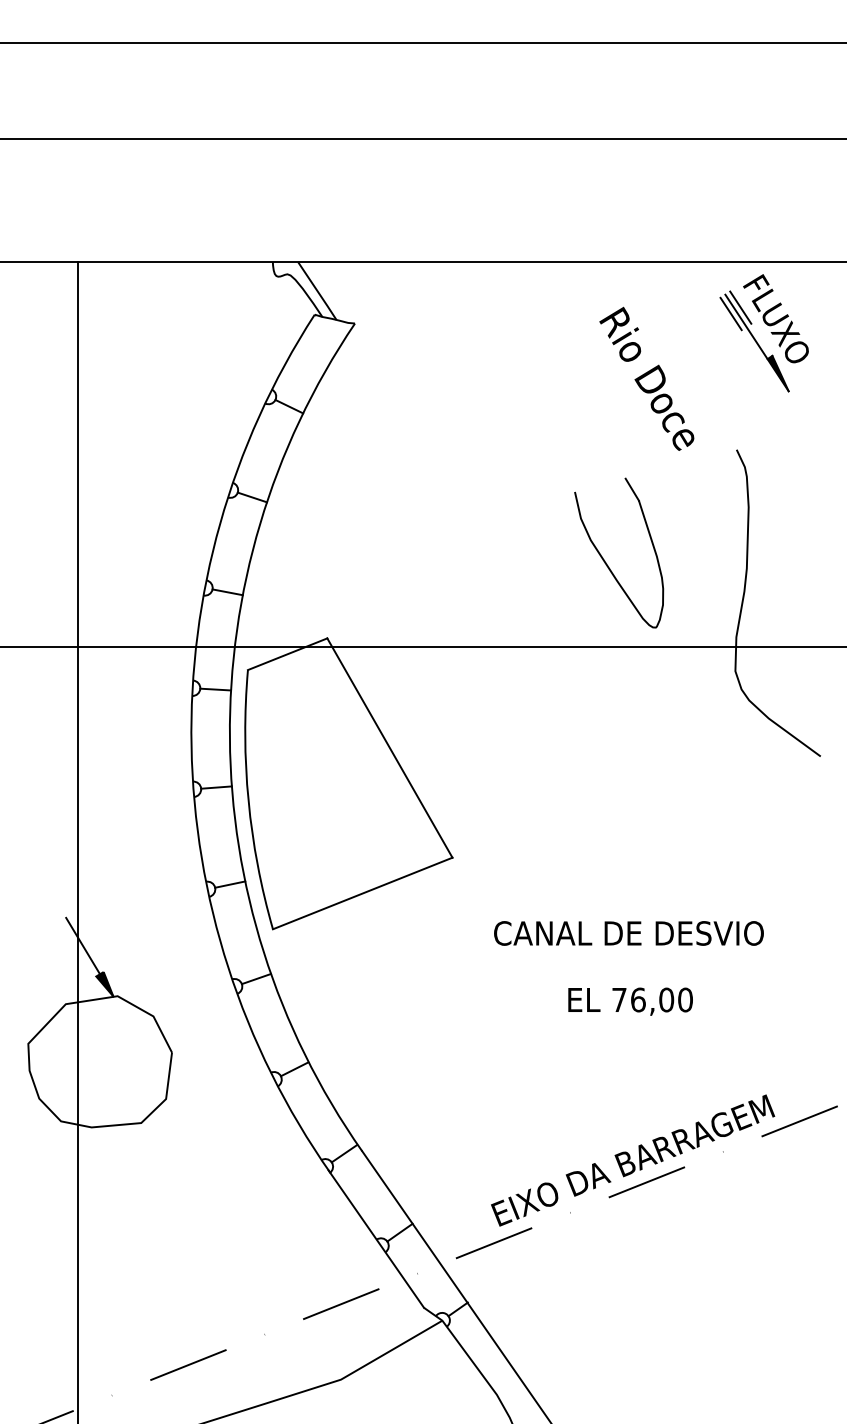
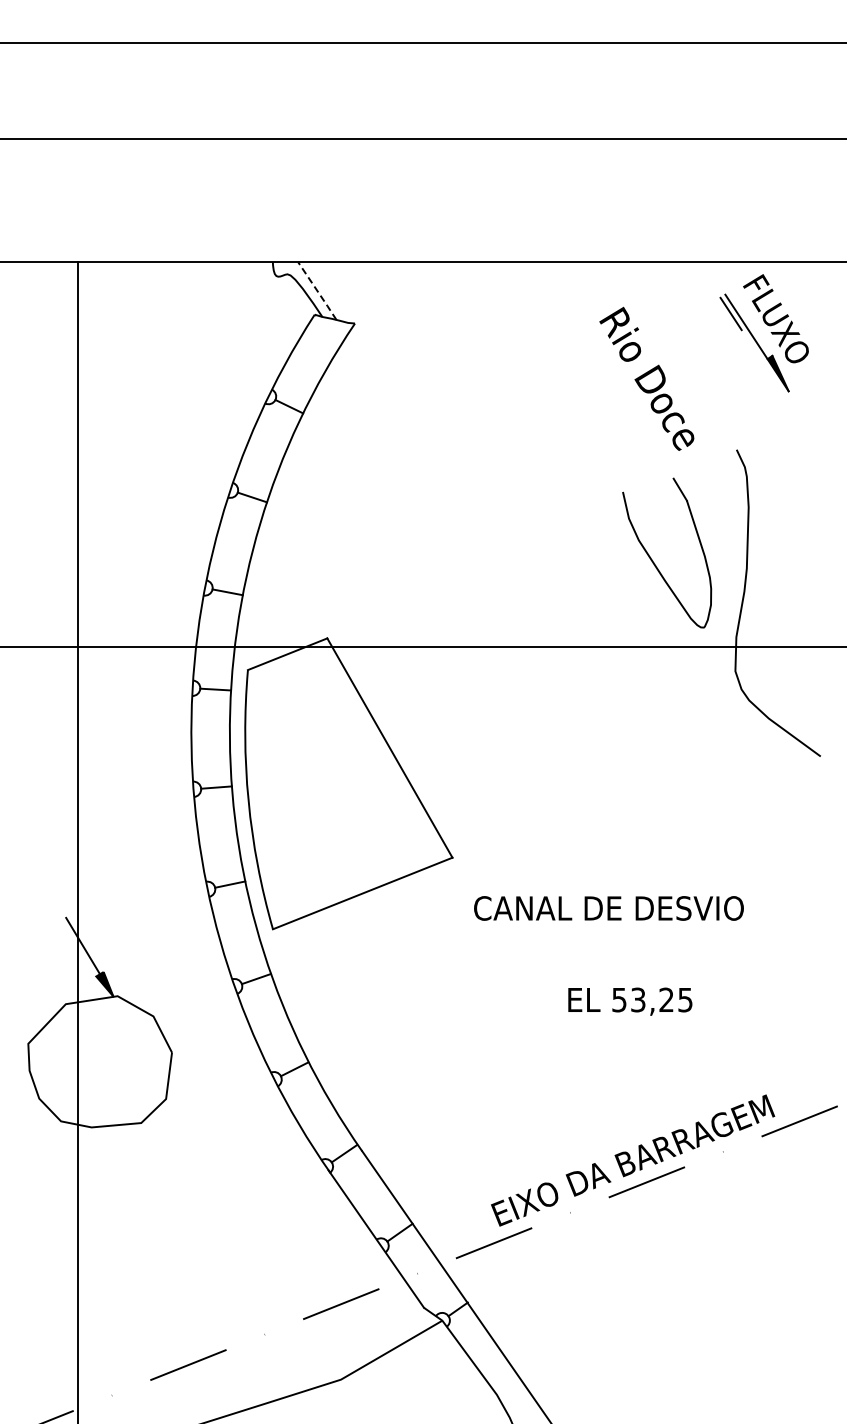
line at (317, 291): solid -> dashed
line at (740, 307): present -> none
part at (606, 562) position: (606, 562) -> (654, 562)
text at (628, 933) position: (628, 933) -> (608, 908)
text at (652, 999): 76,00 -> 53,25
